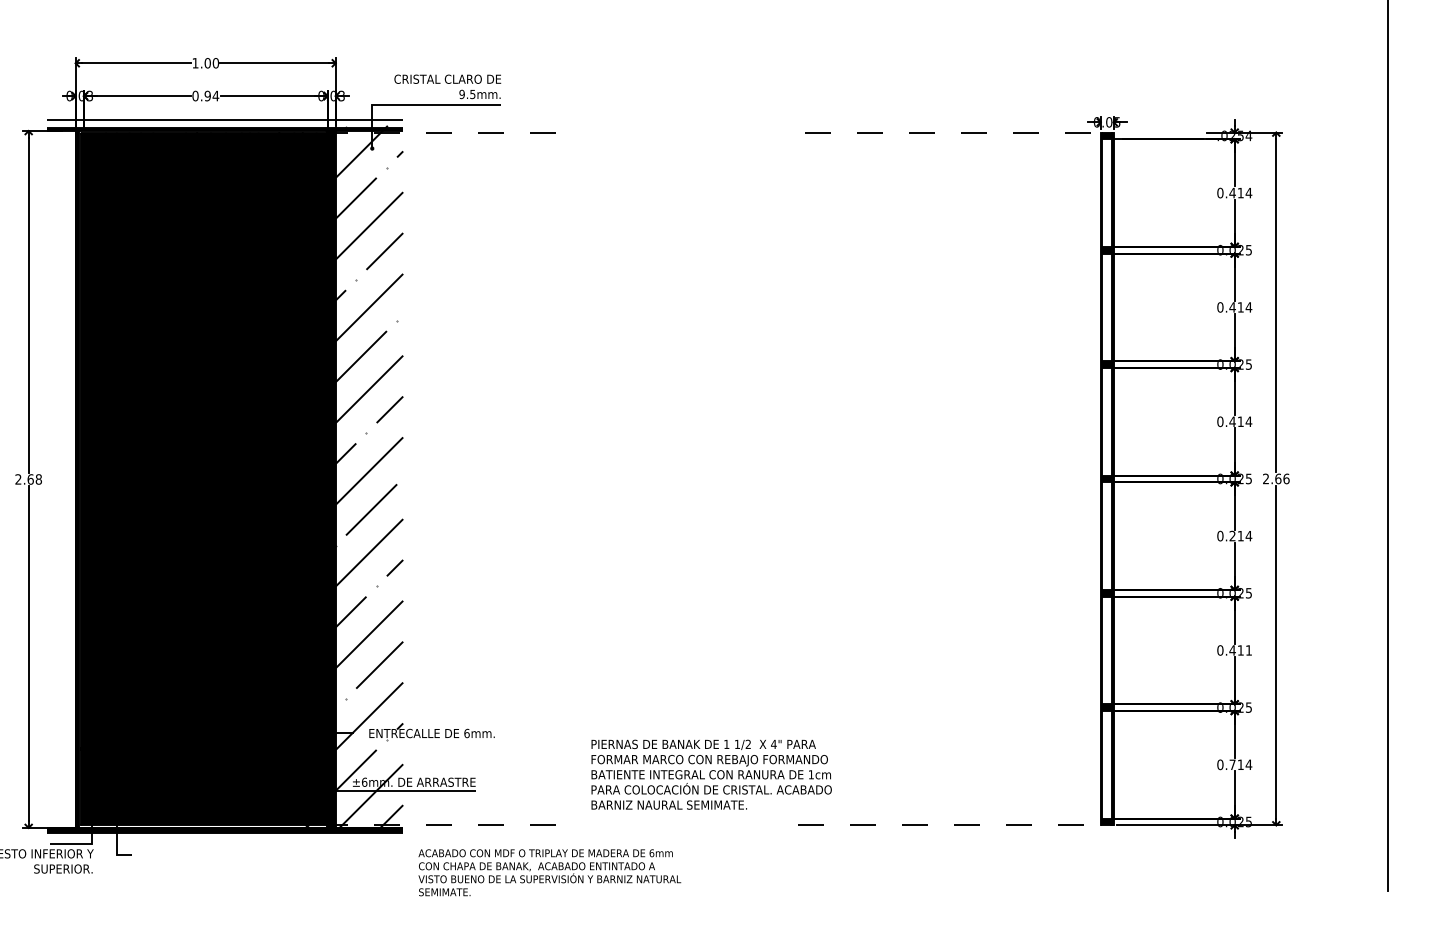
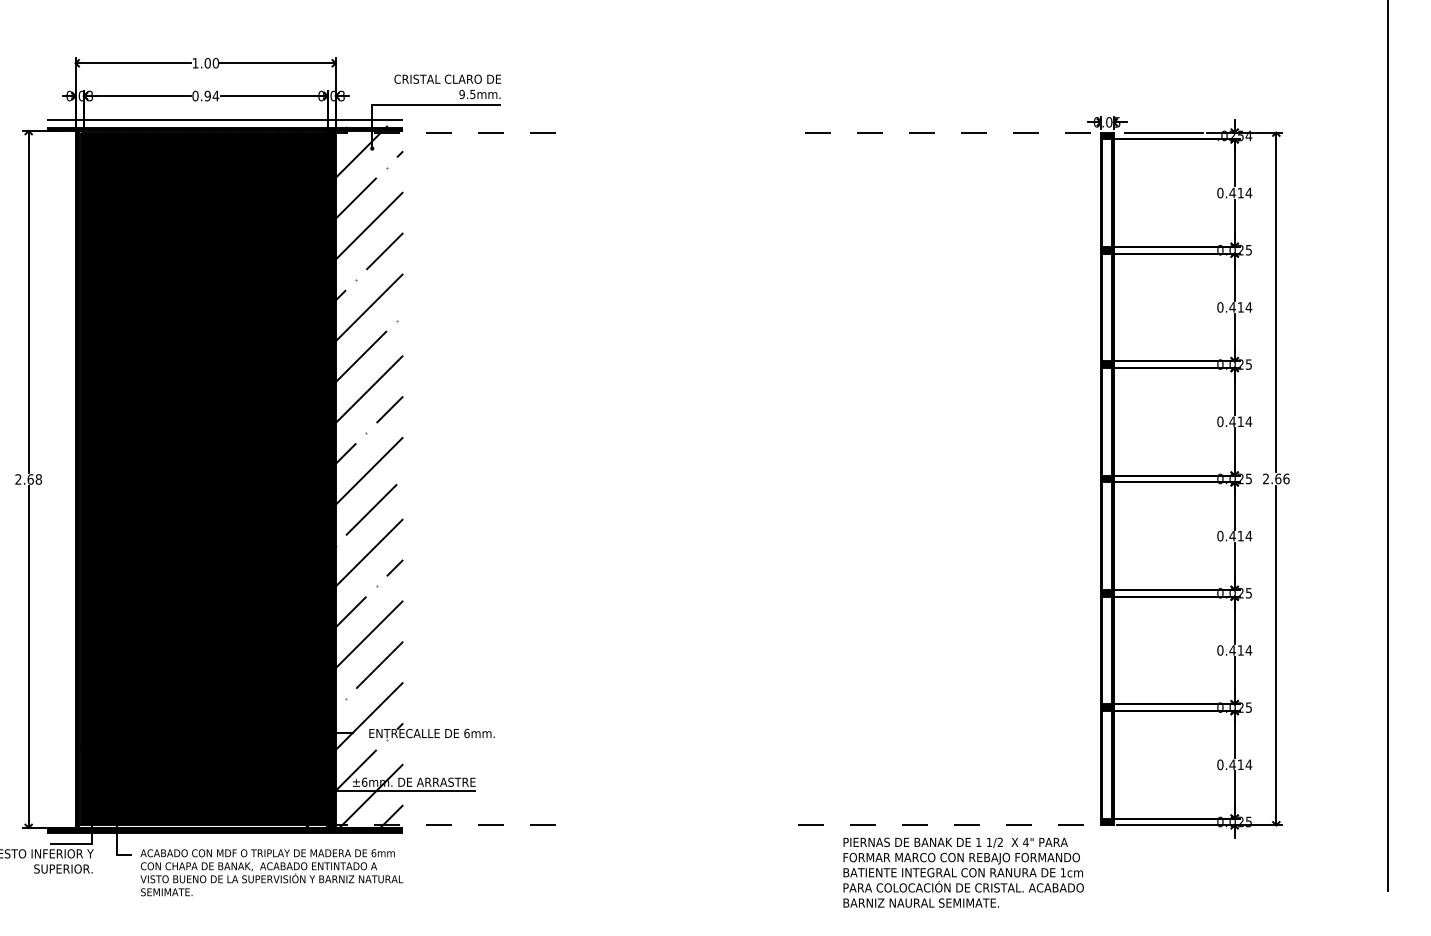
line at (1163, 132): none -> present
text at (1232, 535): 0.214 -> 0.414
text at (1248, 650): 0.411 -> 0.414
text at (1232, 764): 0.714 -> 0.414
text at (711, 774) position: (711, 774) -> (963, 872)
text at (549, 872) position: (549, 872) -> (271, 872)
